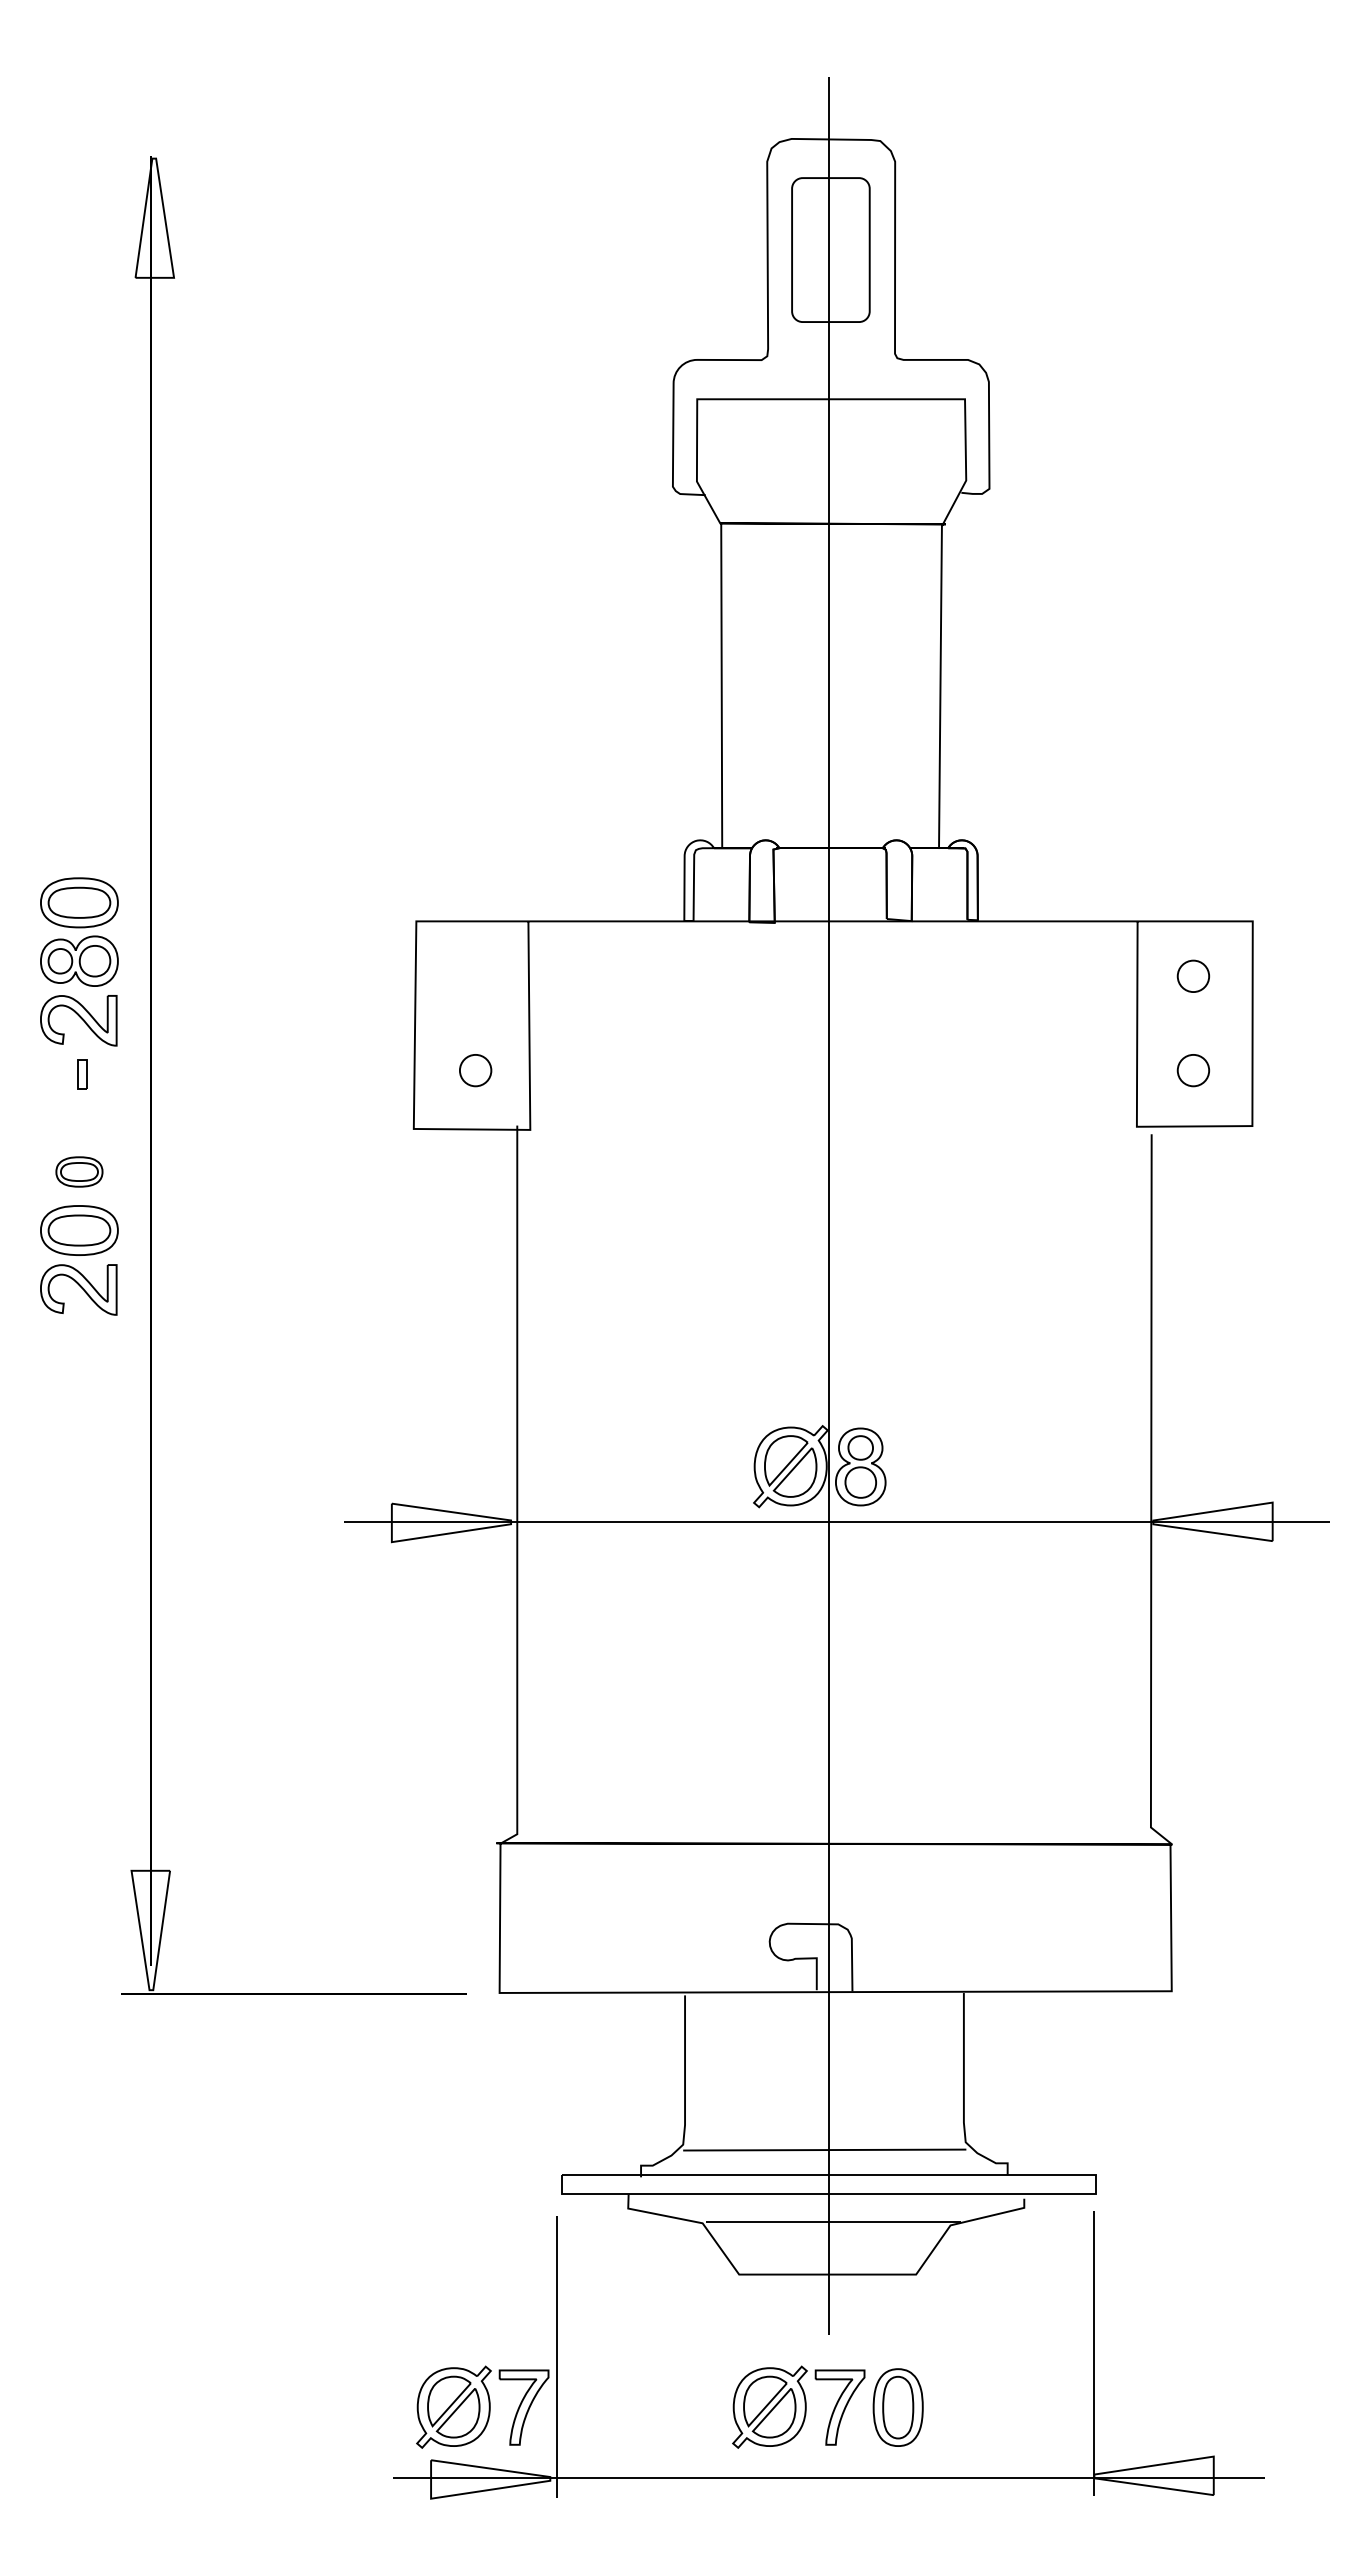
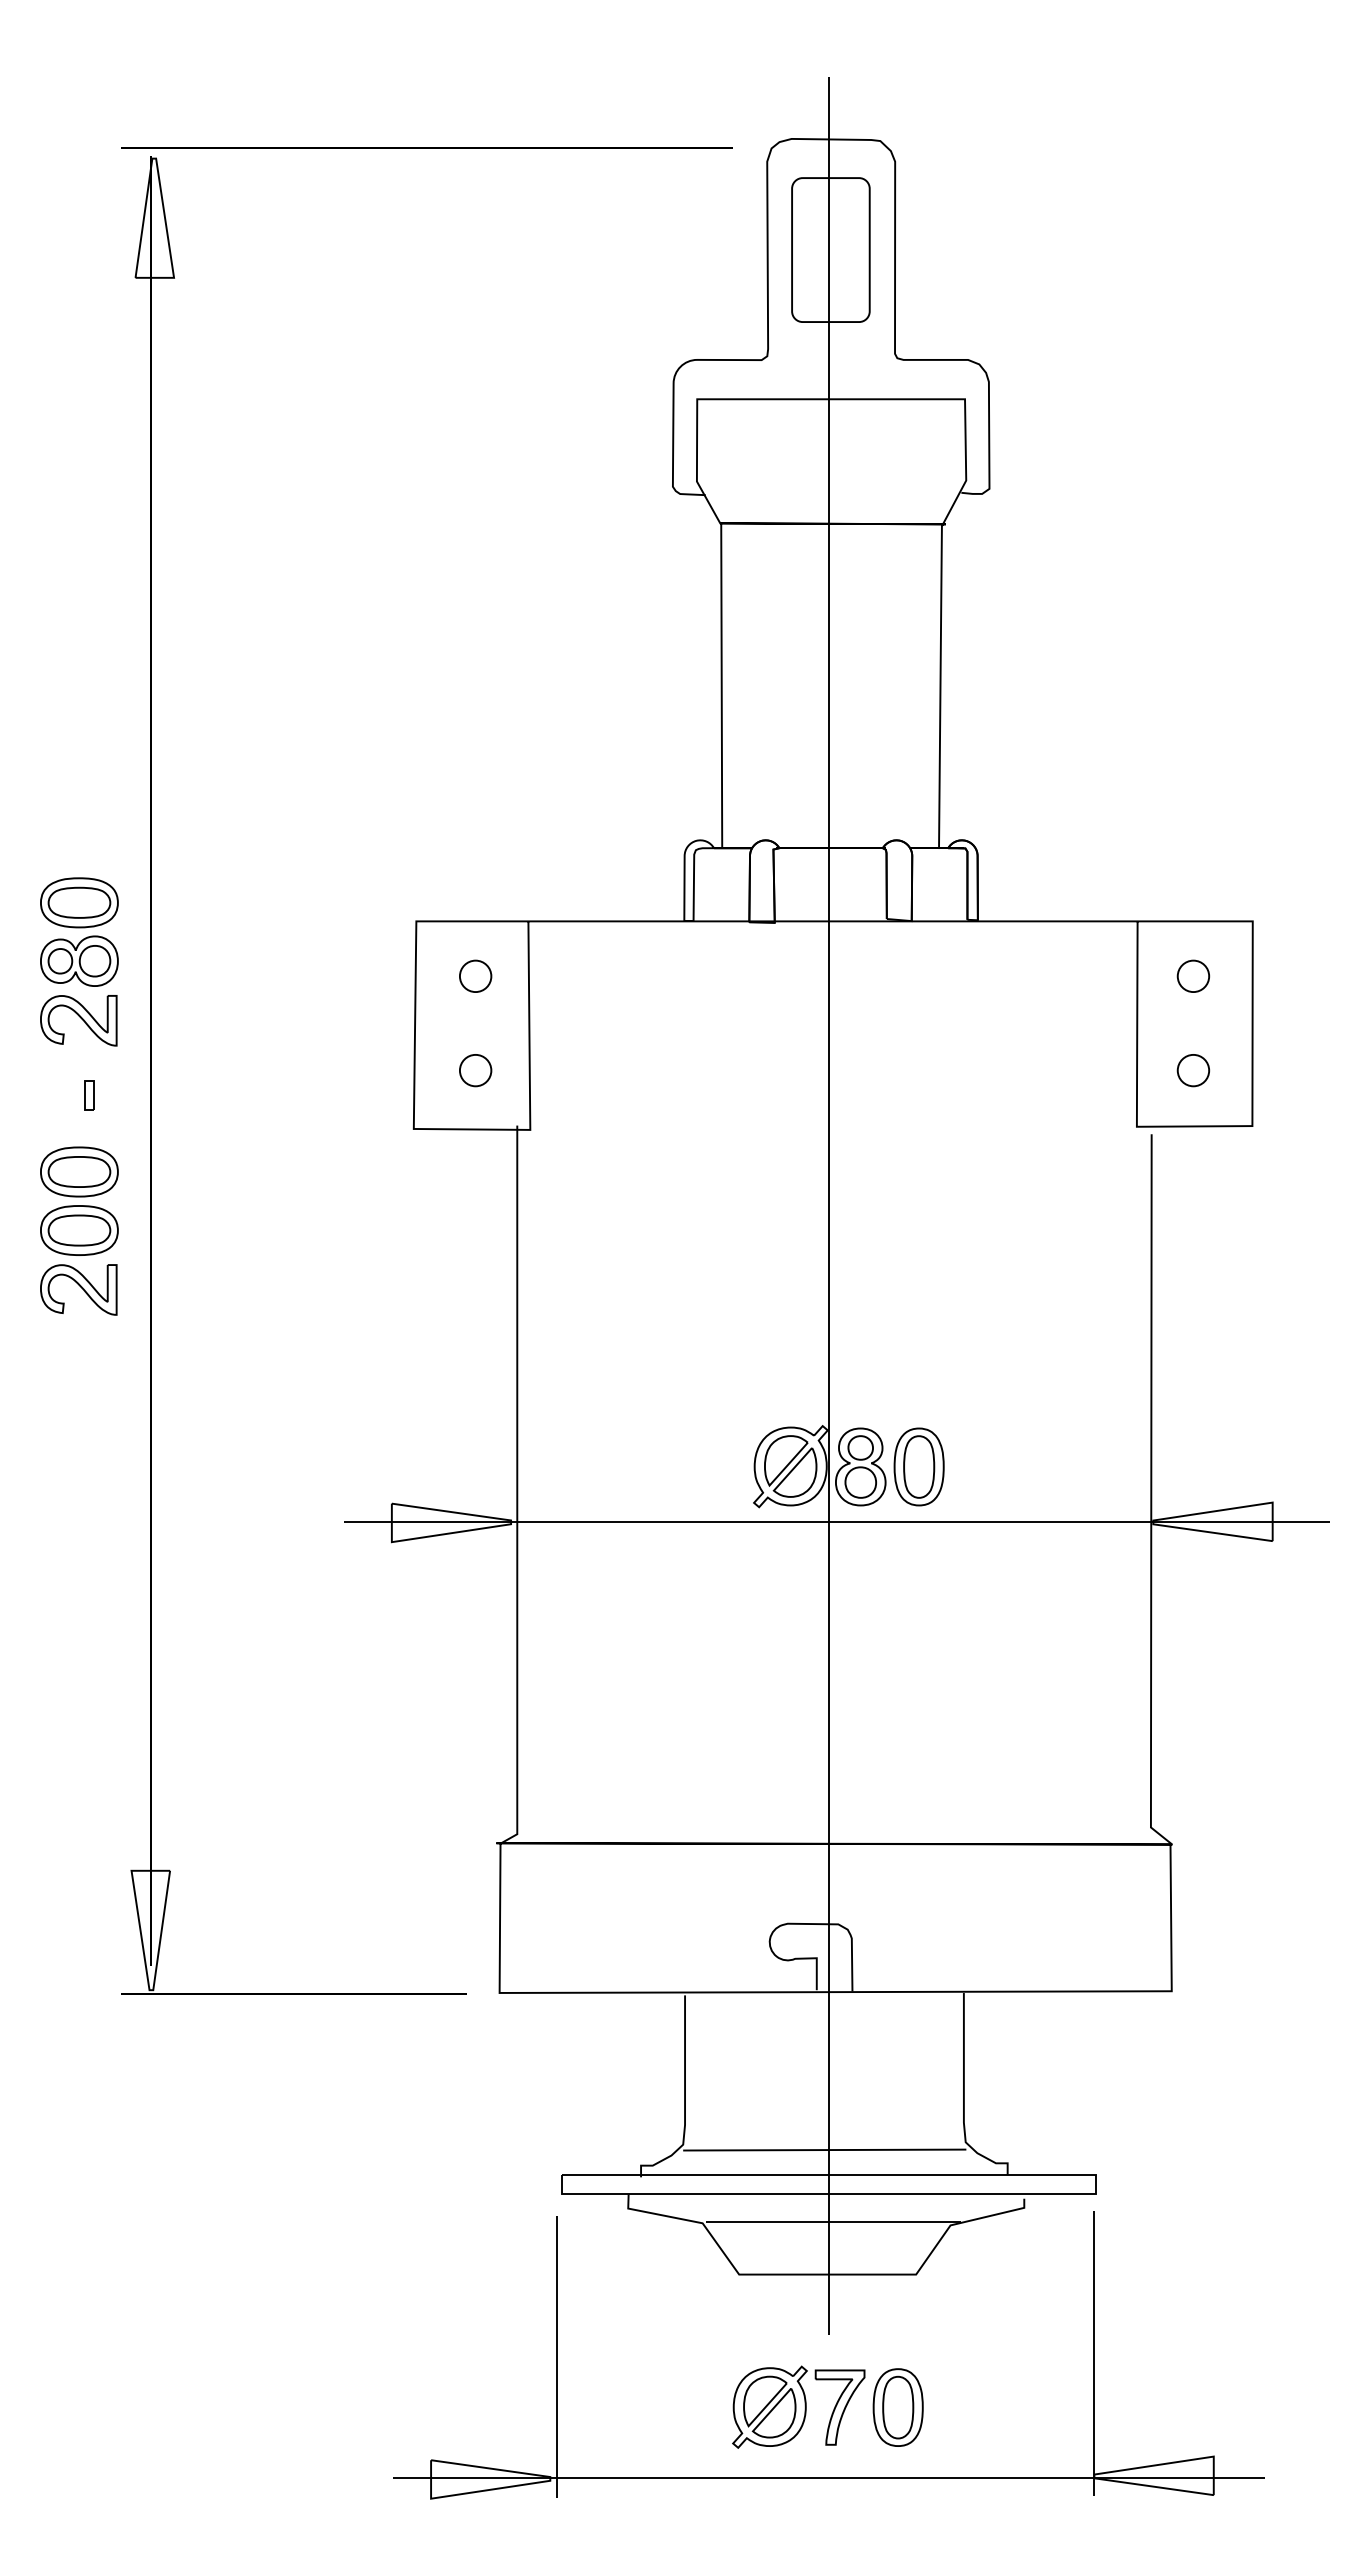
line at (426, 147): none -> present
part at (475, 975): none -> present
part at (82, 1074) position: (82, 1074) -> (89, 1095)
part at (79, 1171) size: 49x32 px -> 79x52 px
part at (918, 1466): none -> present
part at (482, 2406): present -> none
